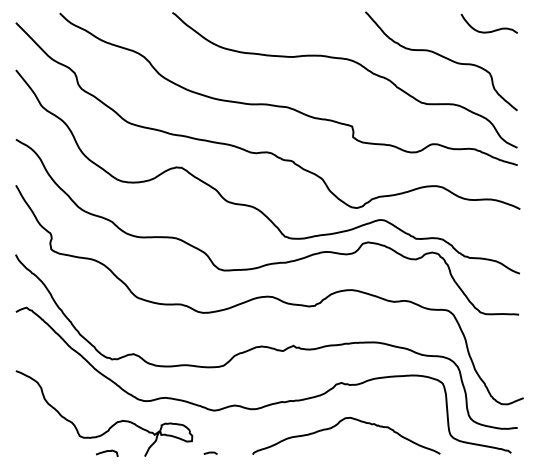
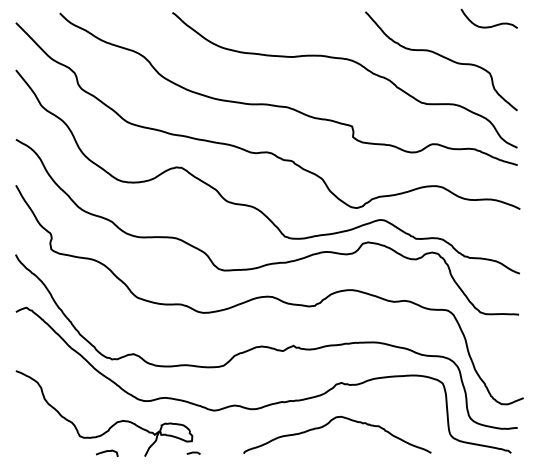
curve at (491, 30) position: (491, 30) -> (491, 25)
curve at (337, 425) position: (337, 425) -> (328, 424)
curve at (210, 452) position: (210, 452) -> (193, 452)
